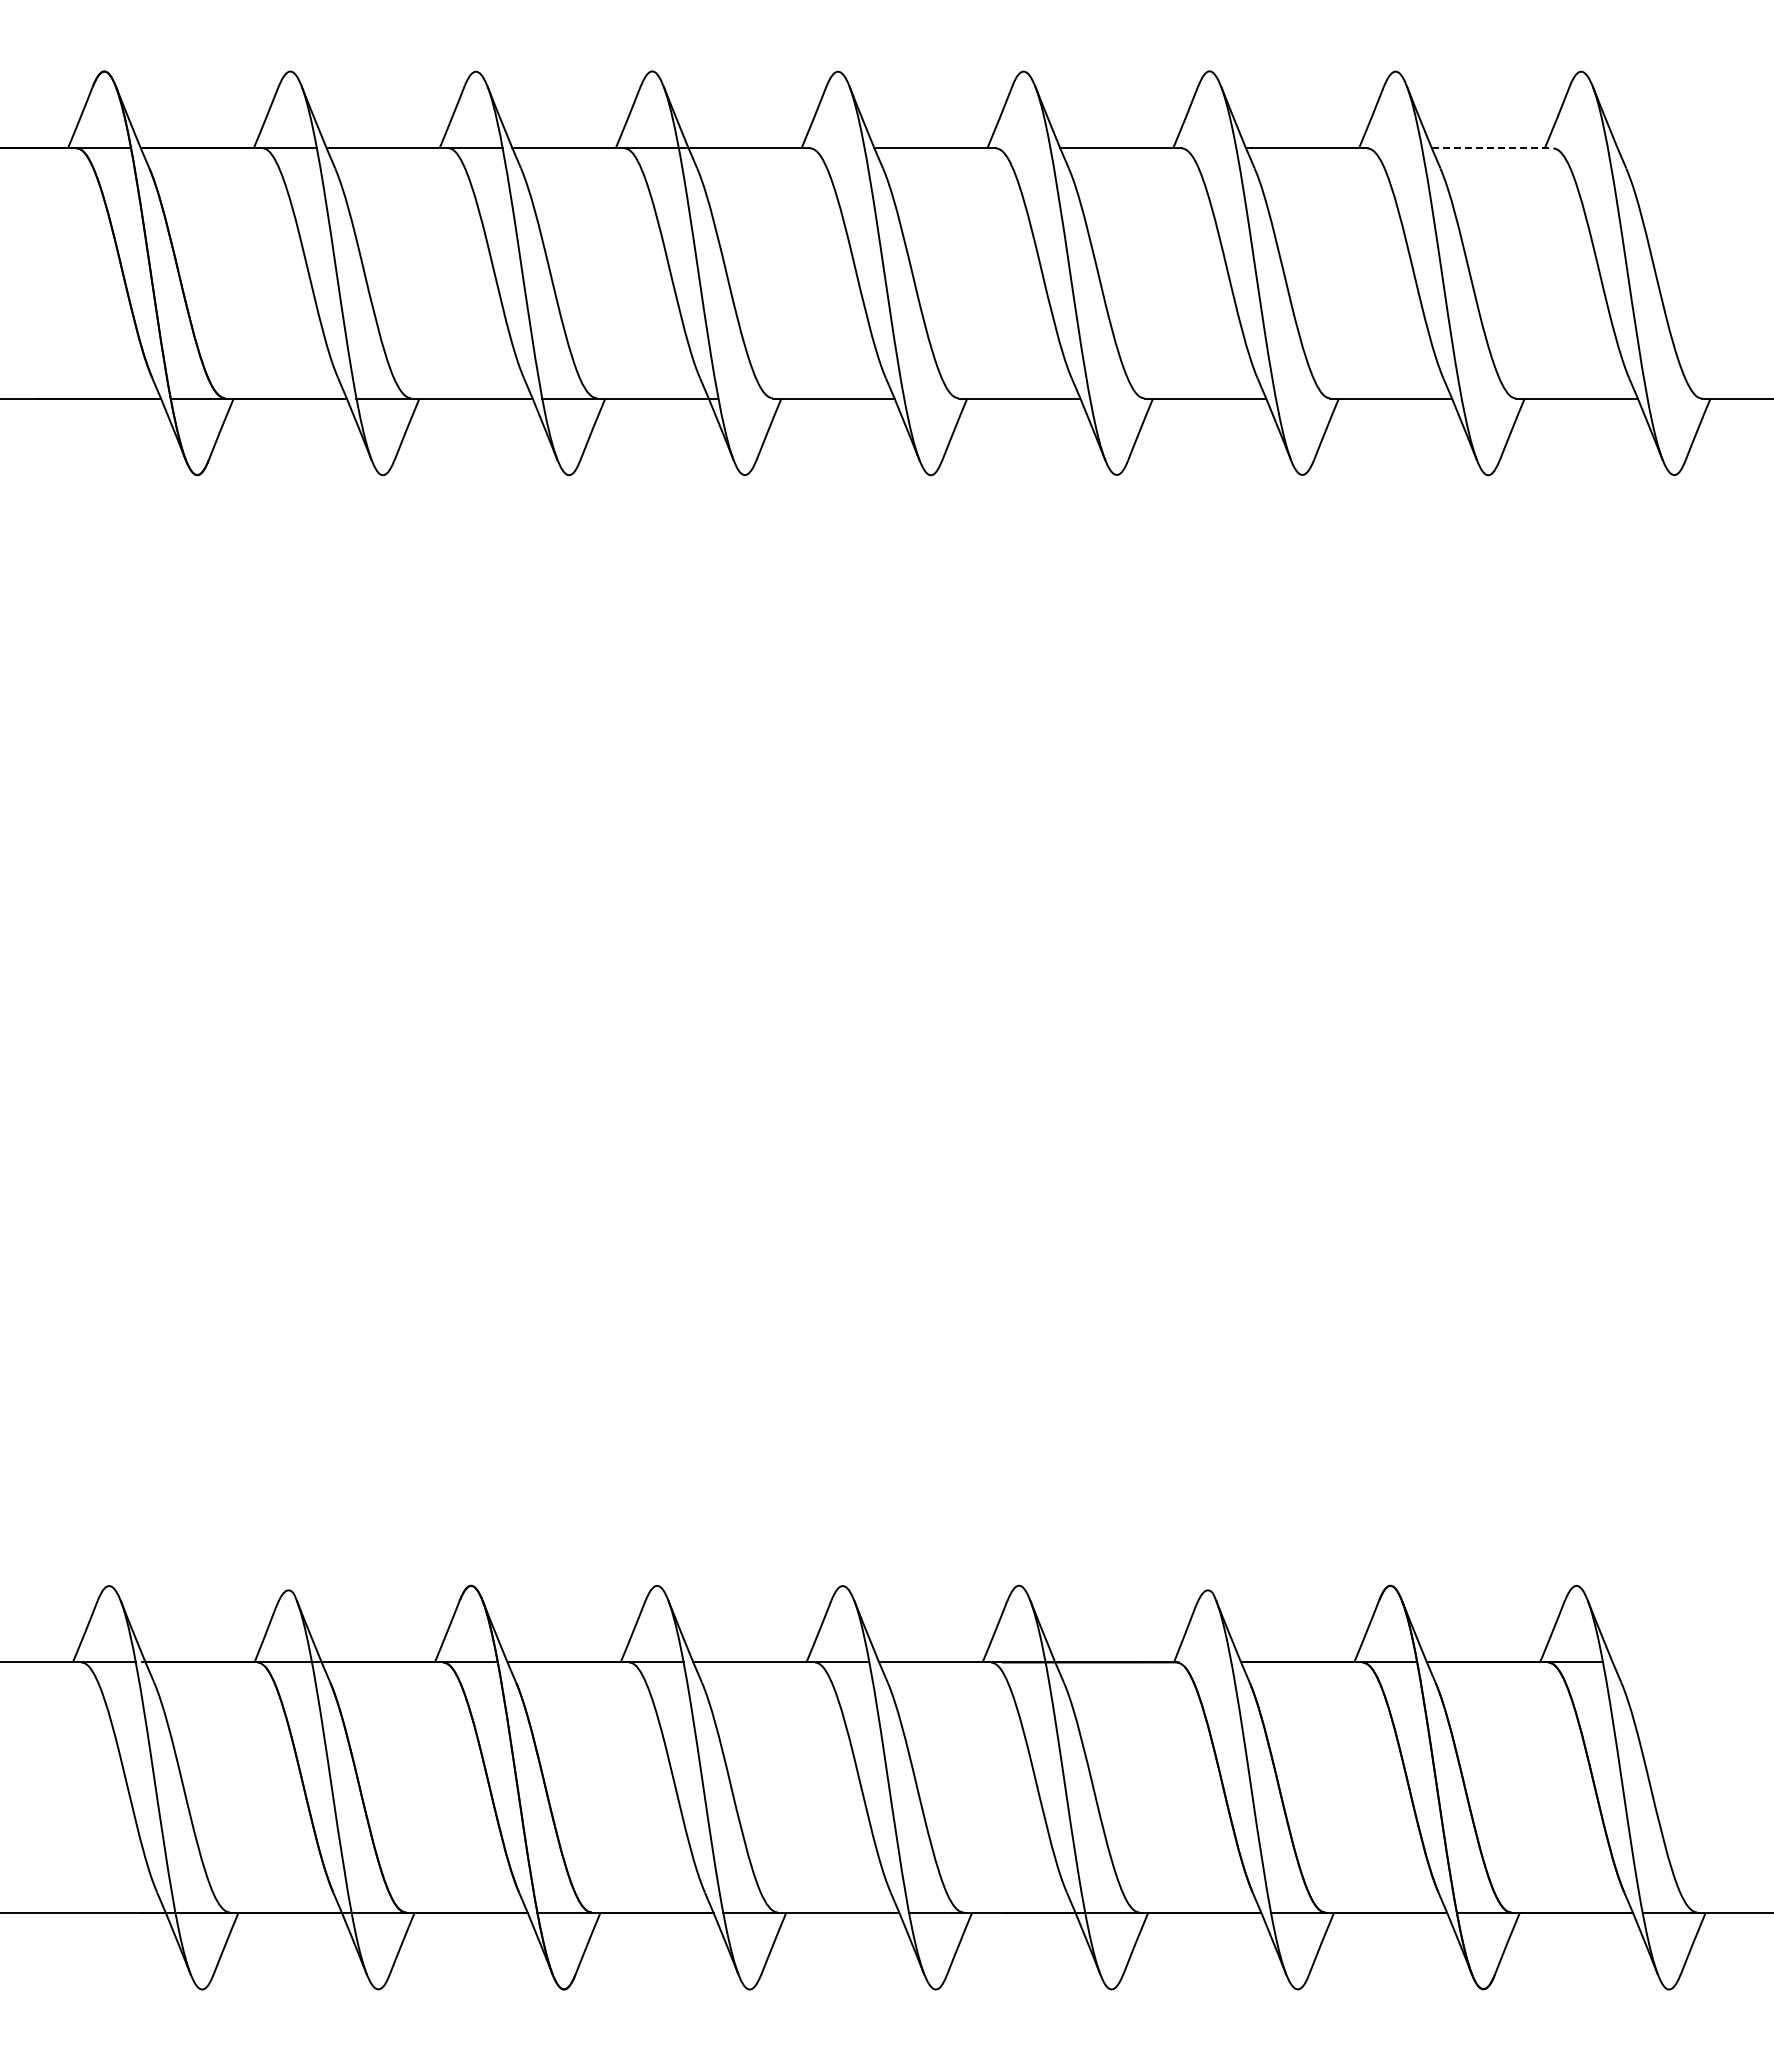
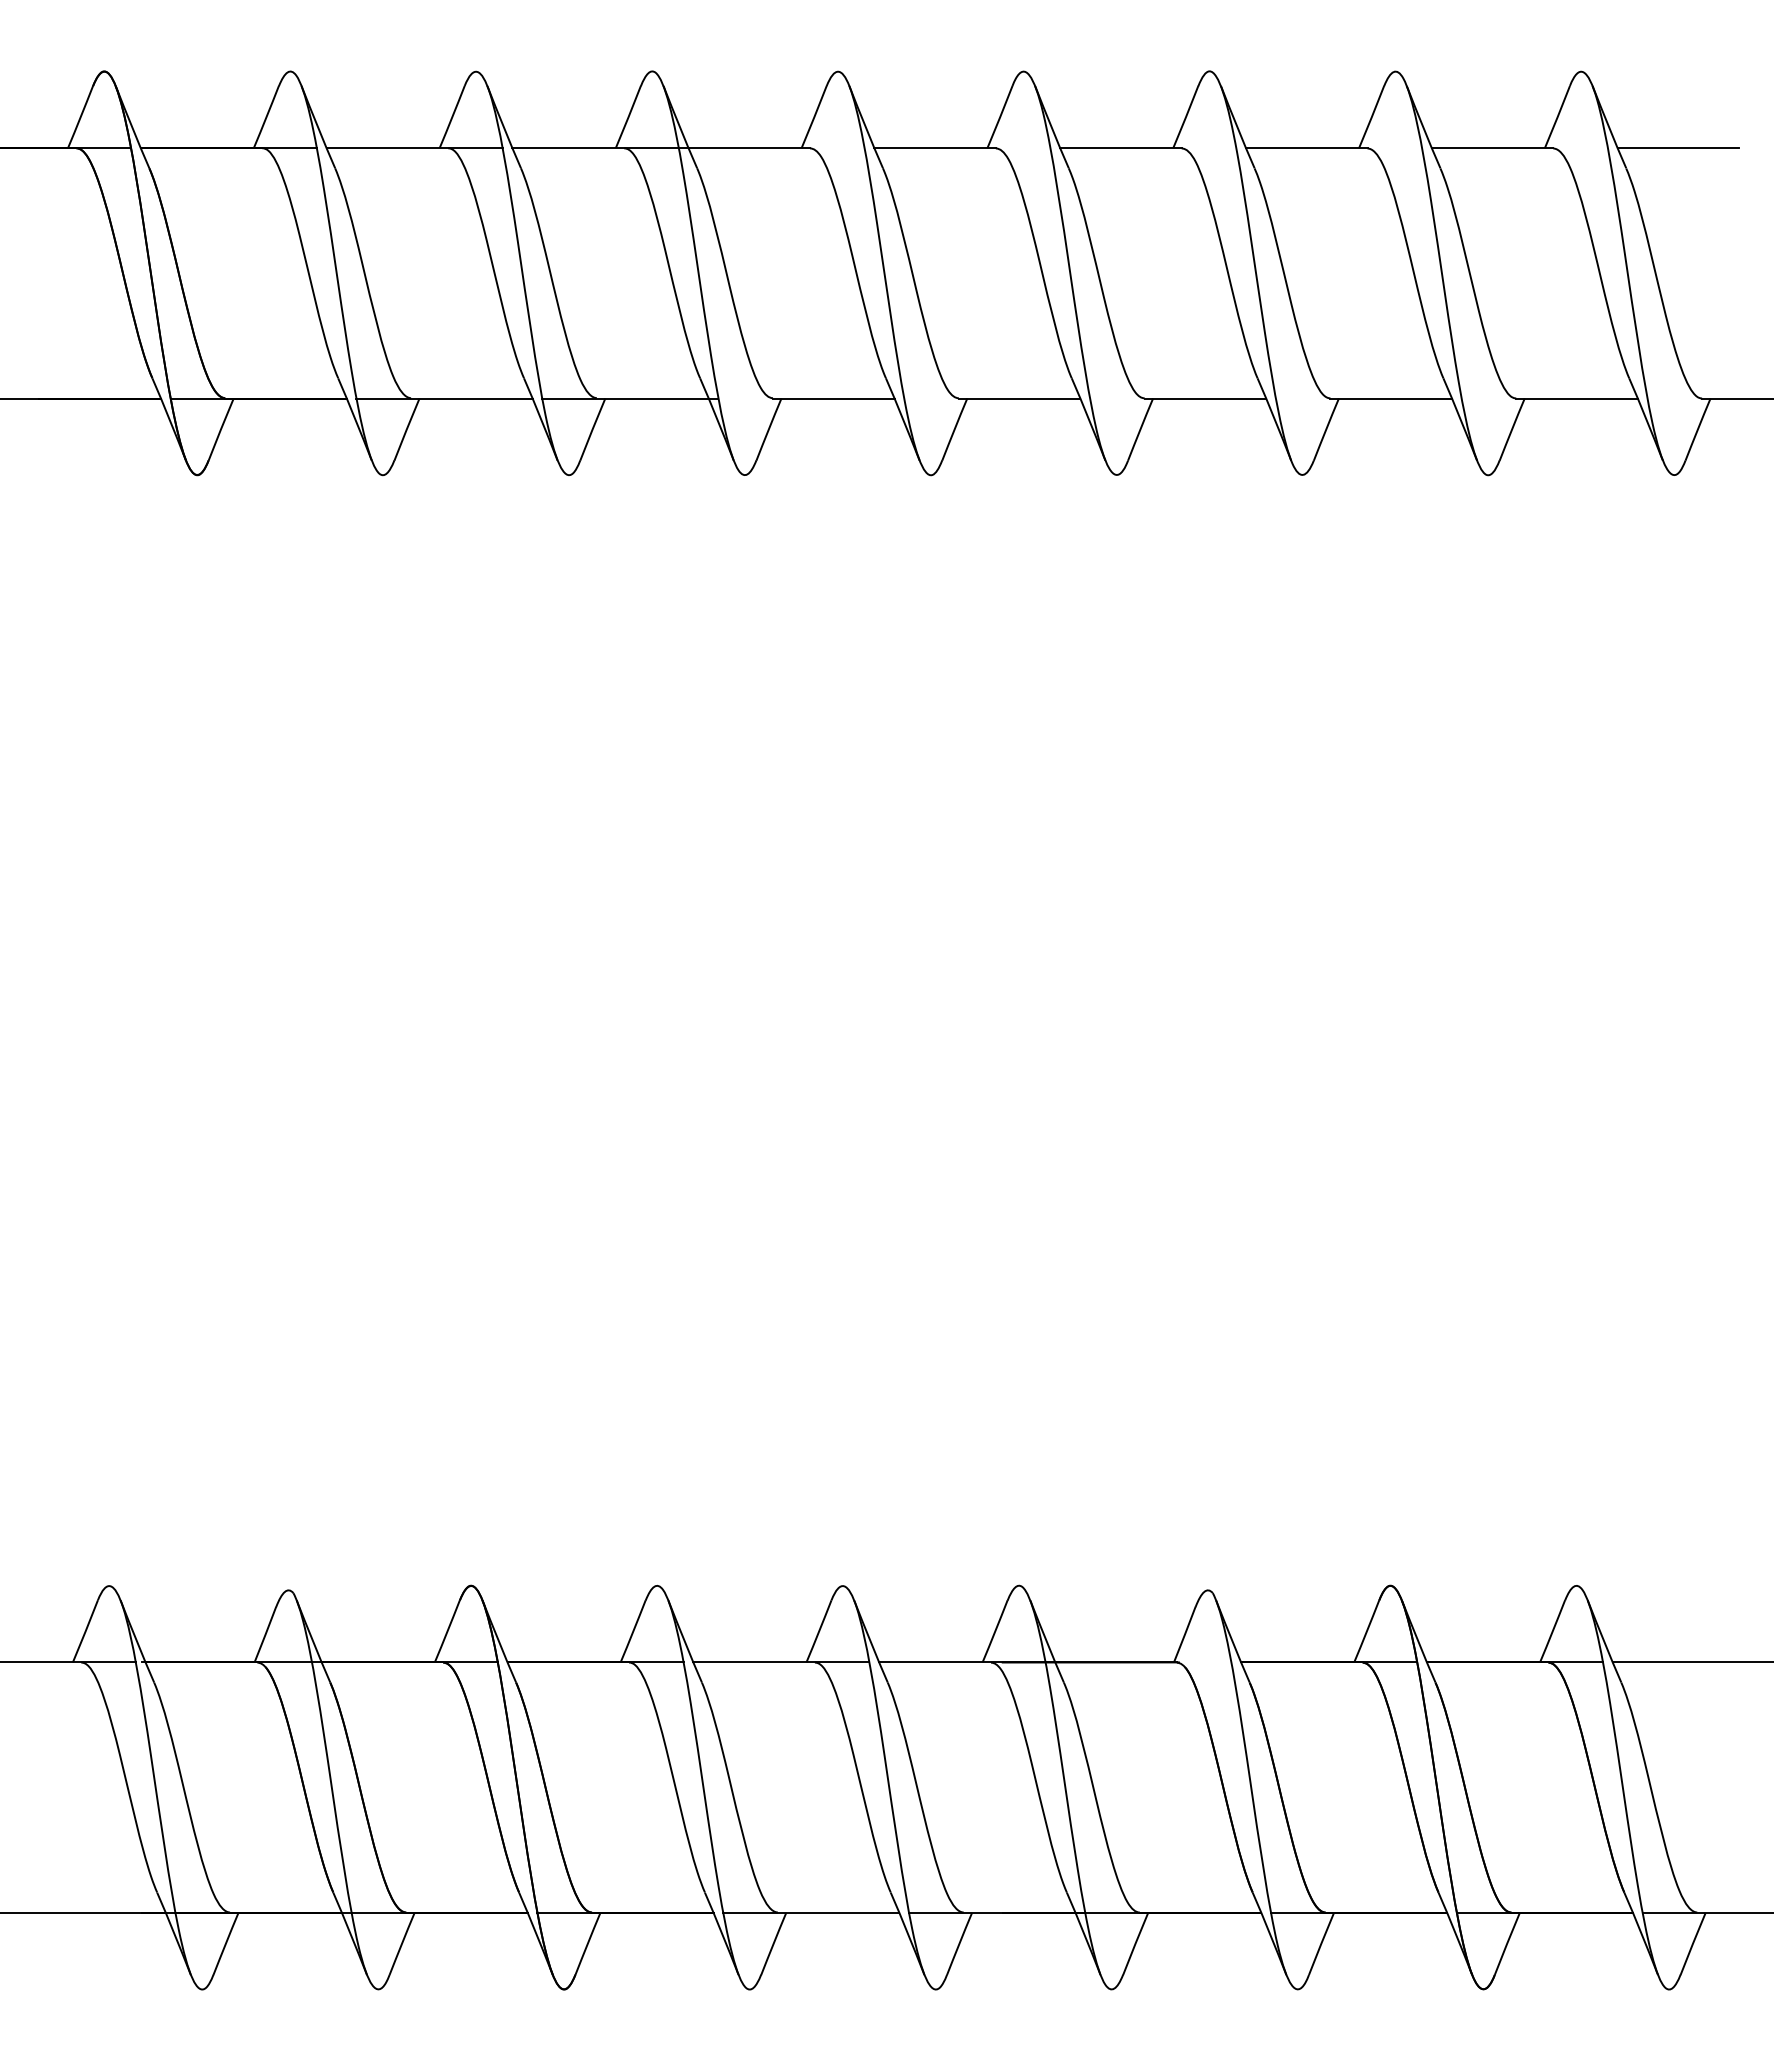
line at (1492, 148): dashed -> solid
line at (1678, 148): none -> present
line at (1691, 1662): none -> present
